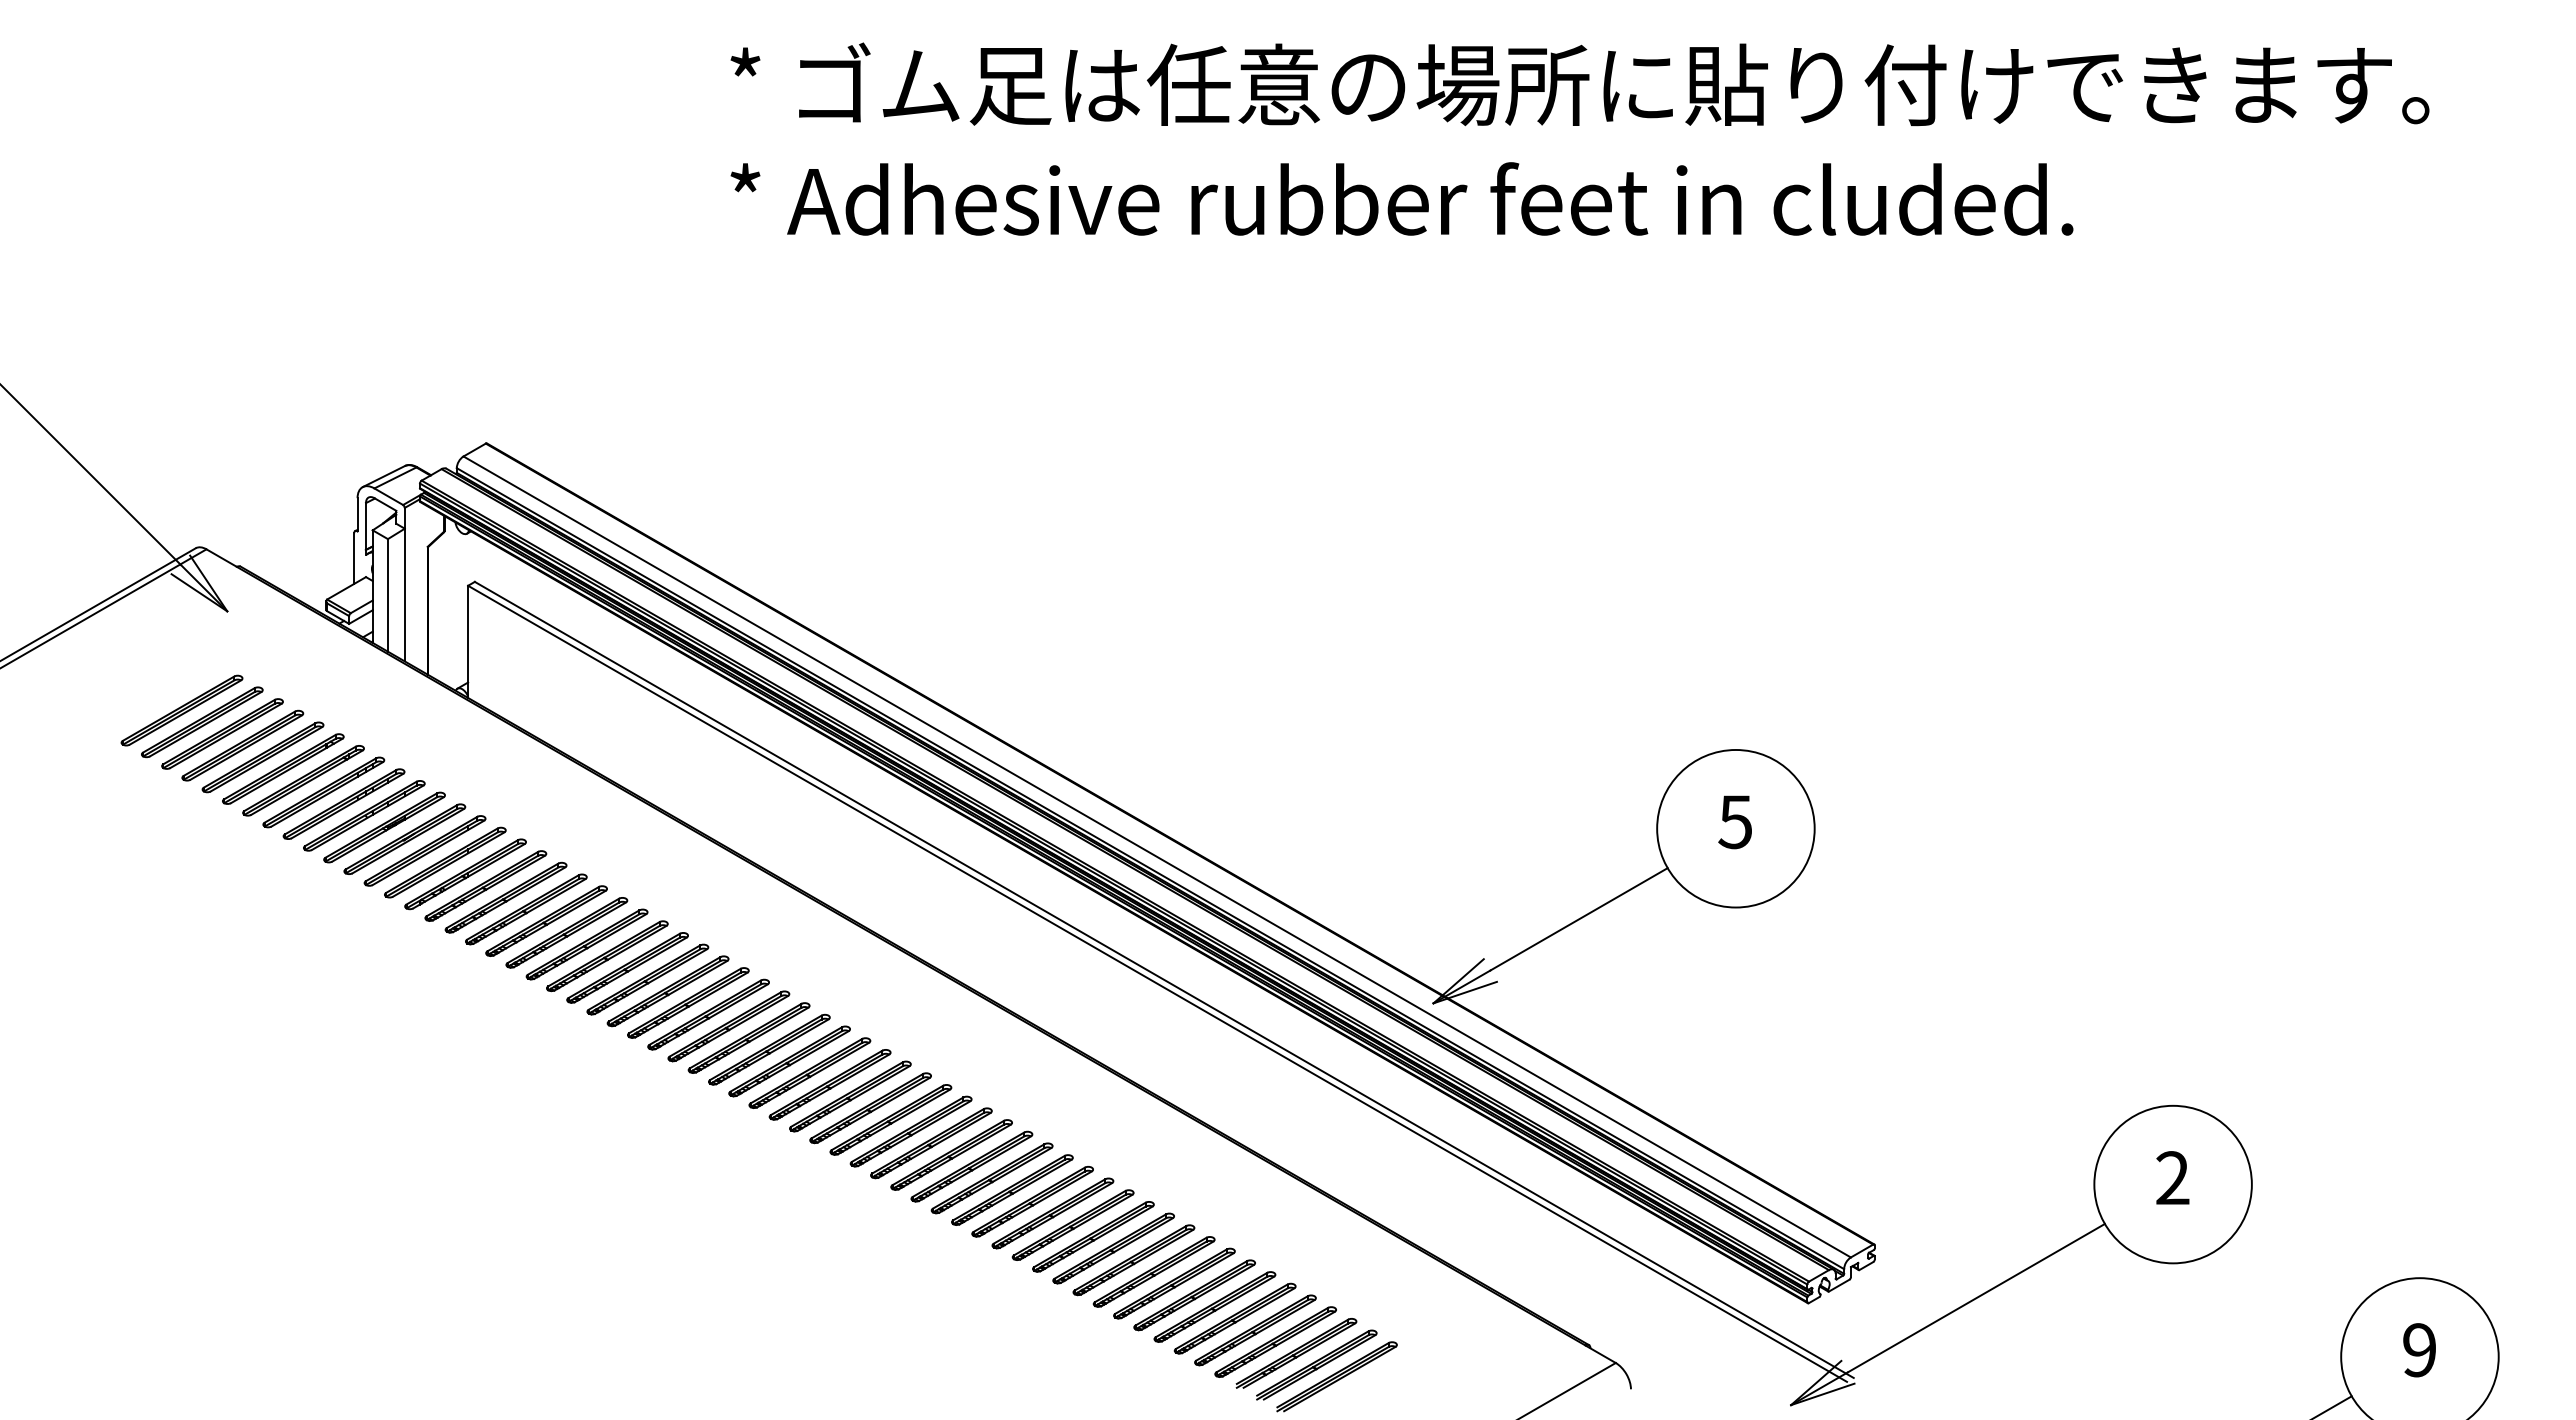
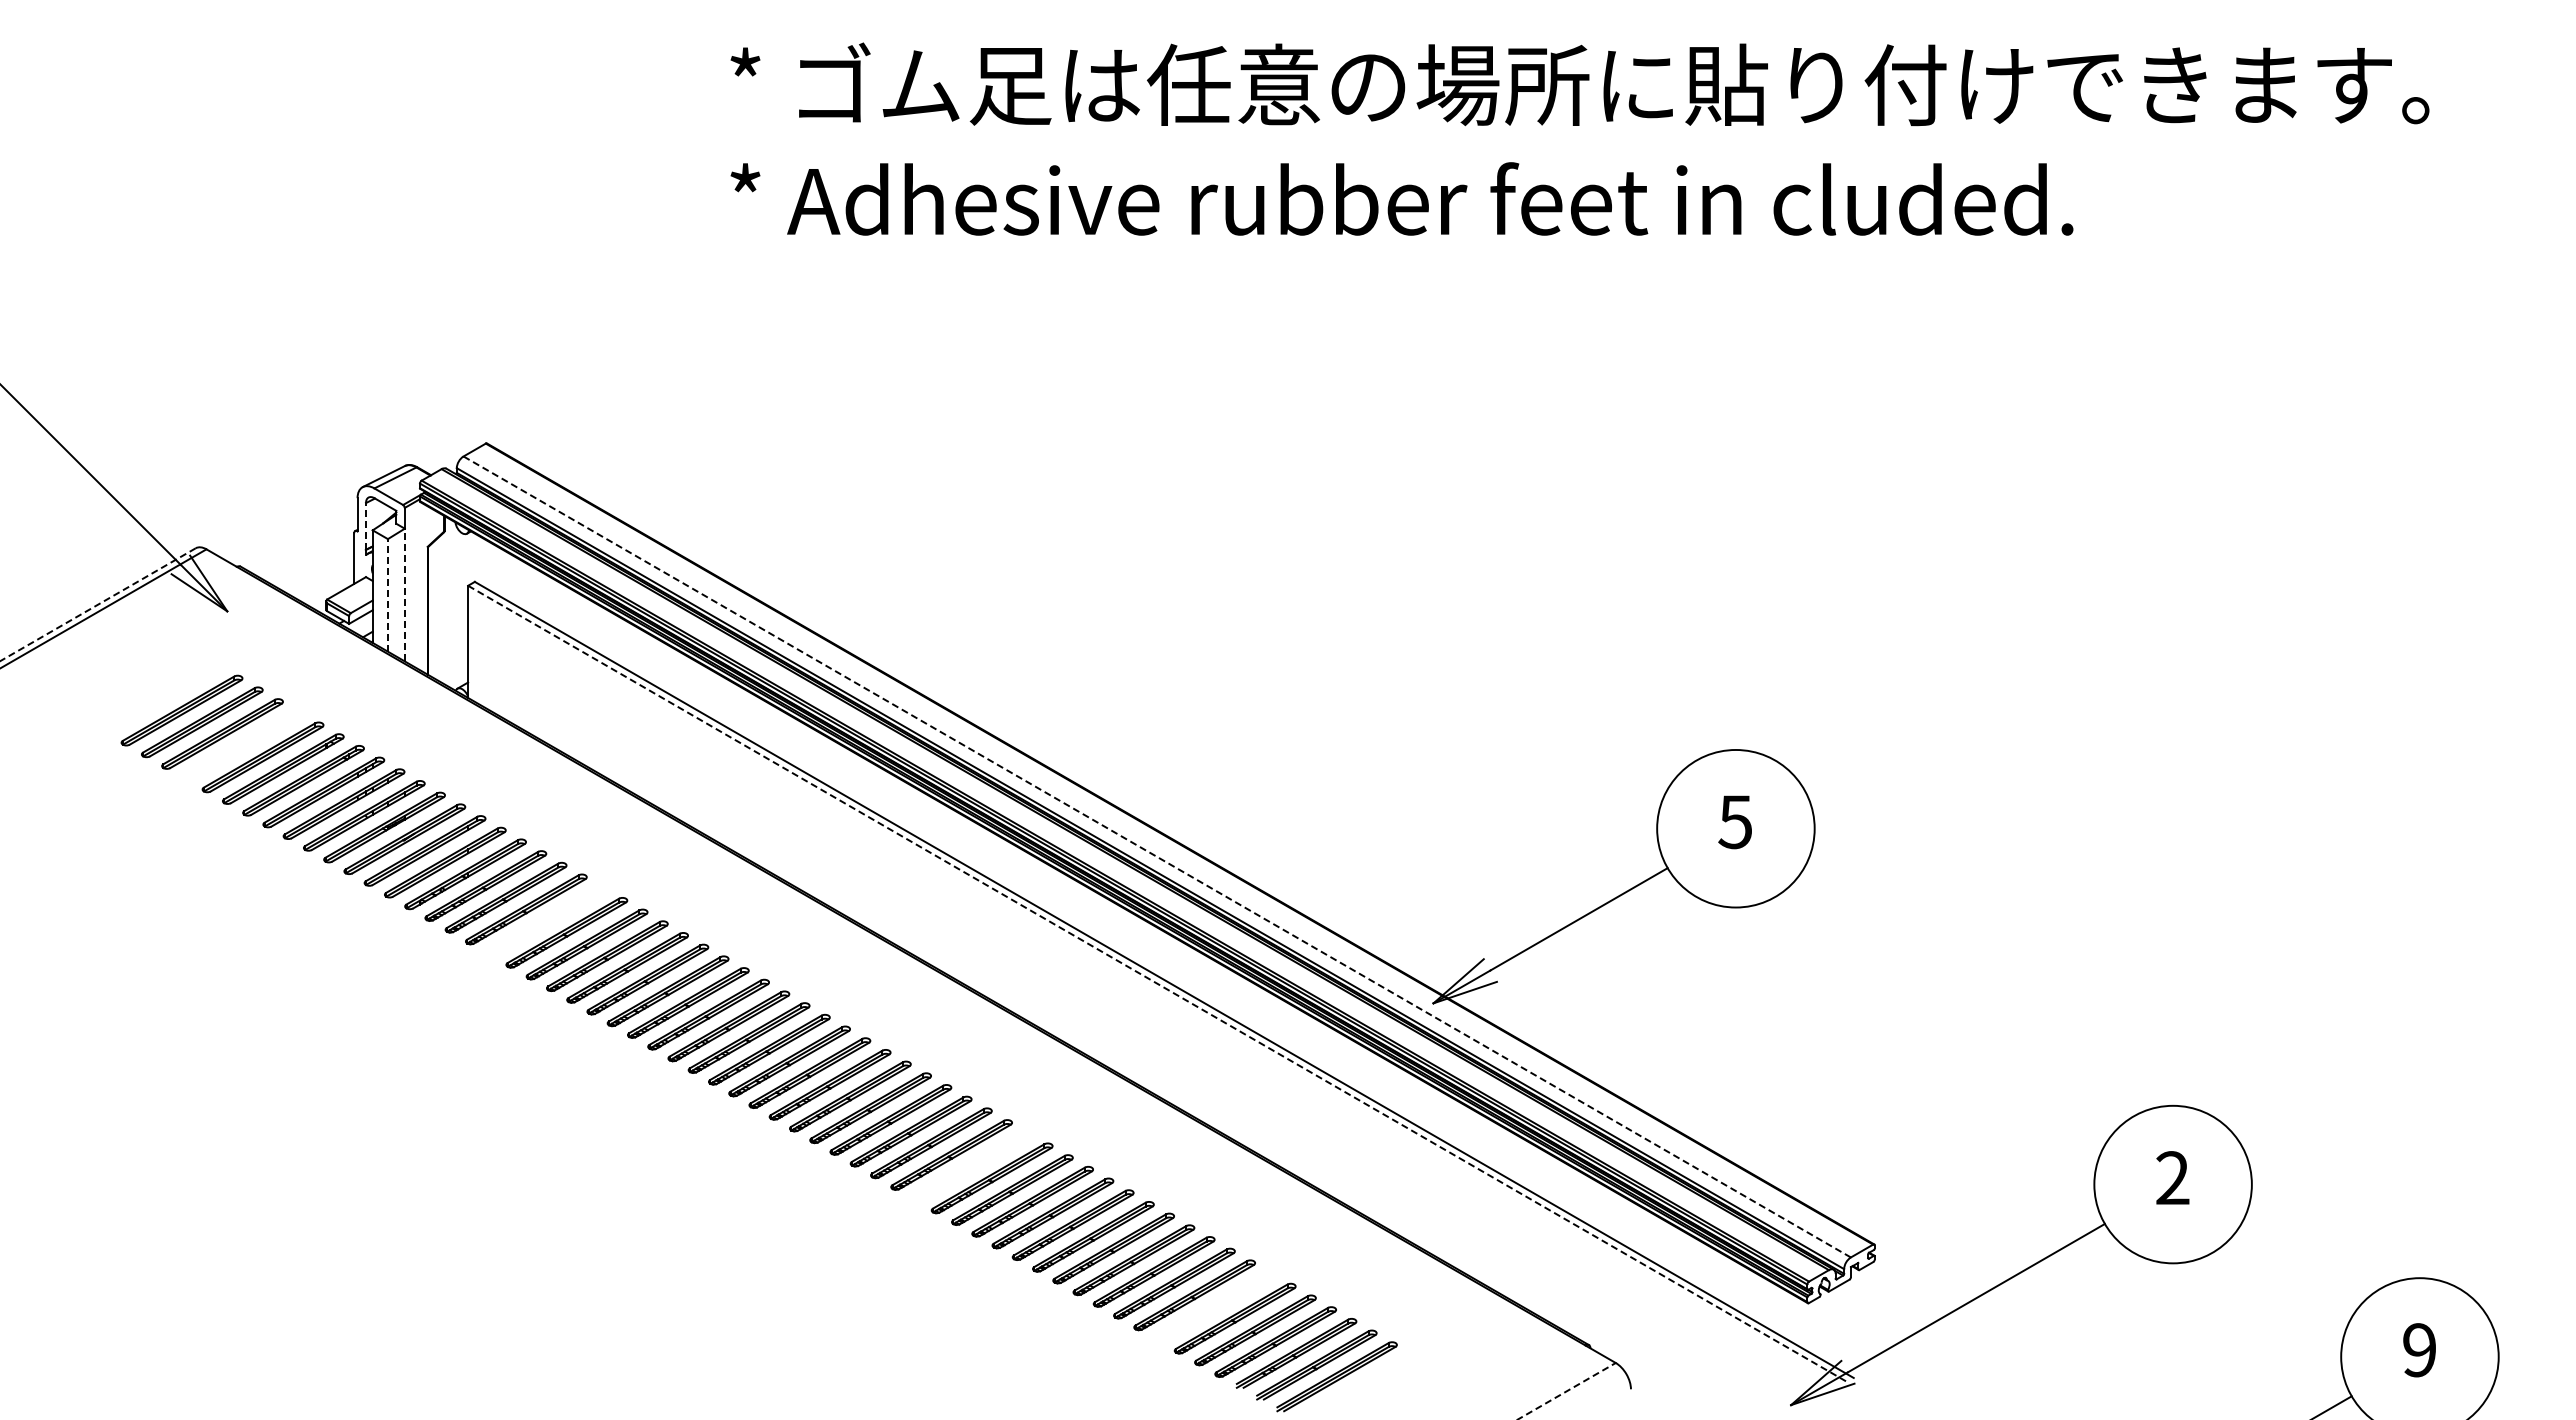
line at (366, 525): solid -> dashed
line at (387, 594): solid -> dashed
line at (404, 594): solid -> dashed
line at (97, 604): solid -> dashed
part at (242, 745): present -> none
line at (1157, 856): solid -> dashed
part at (546, 920): present -> none
line at (1158, 984): solid -> dashed
part at (971, 1166): present -> none
part at (1214, 1306): present -> none
line at (1566, 1391): solid -> dashed
